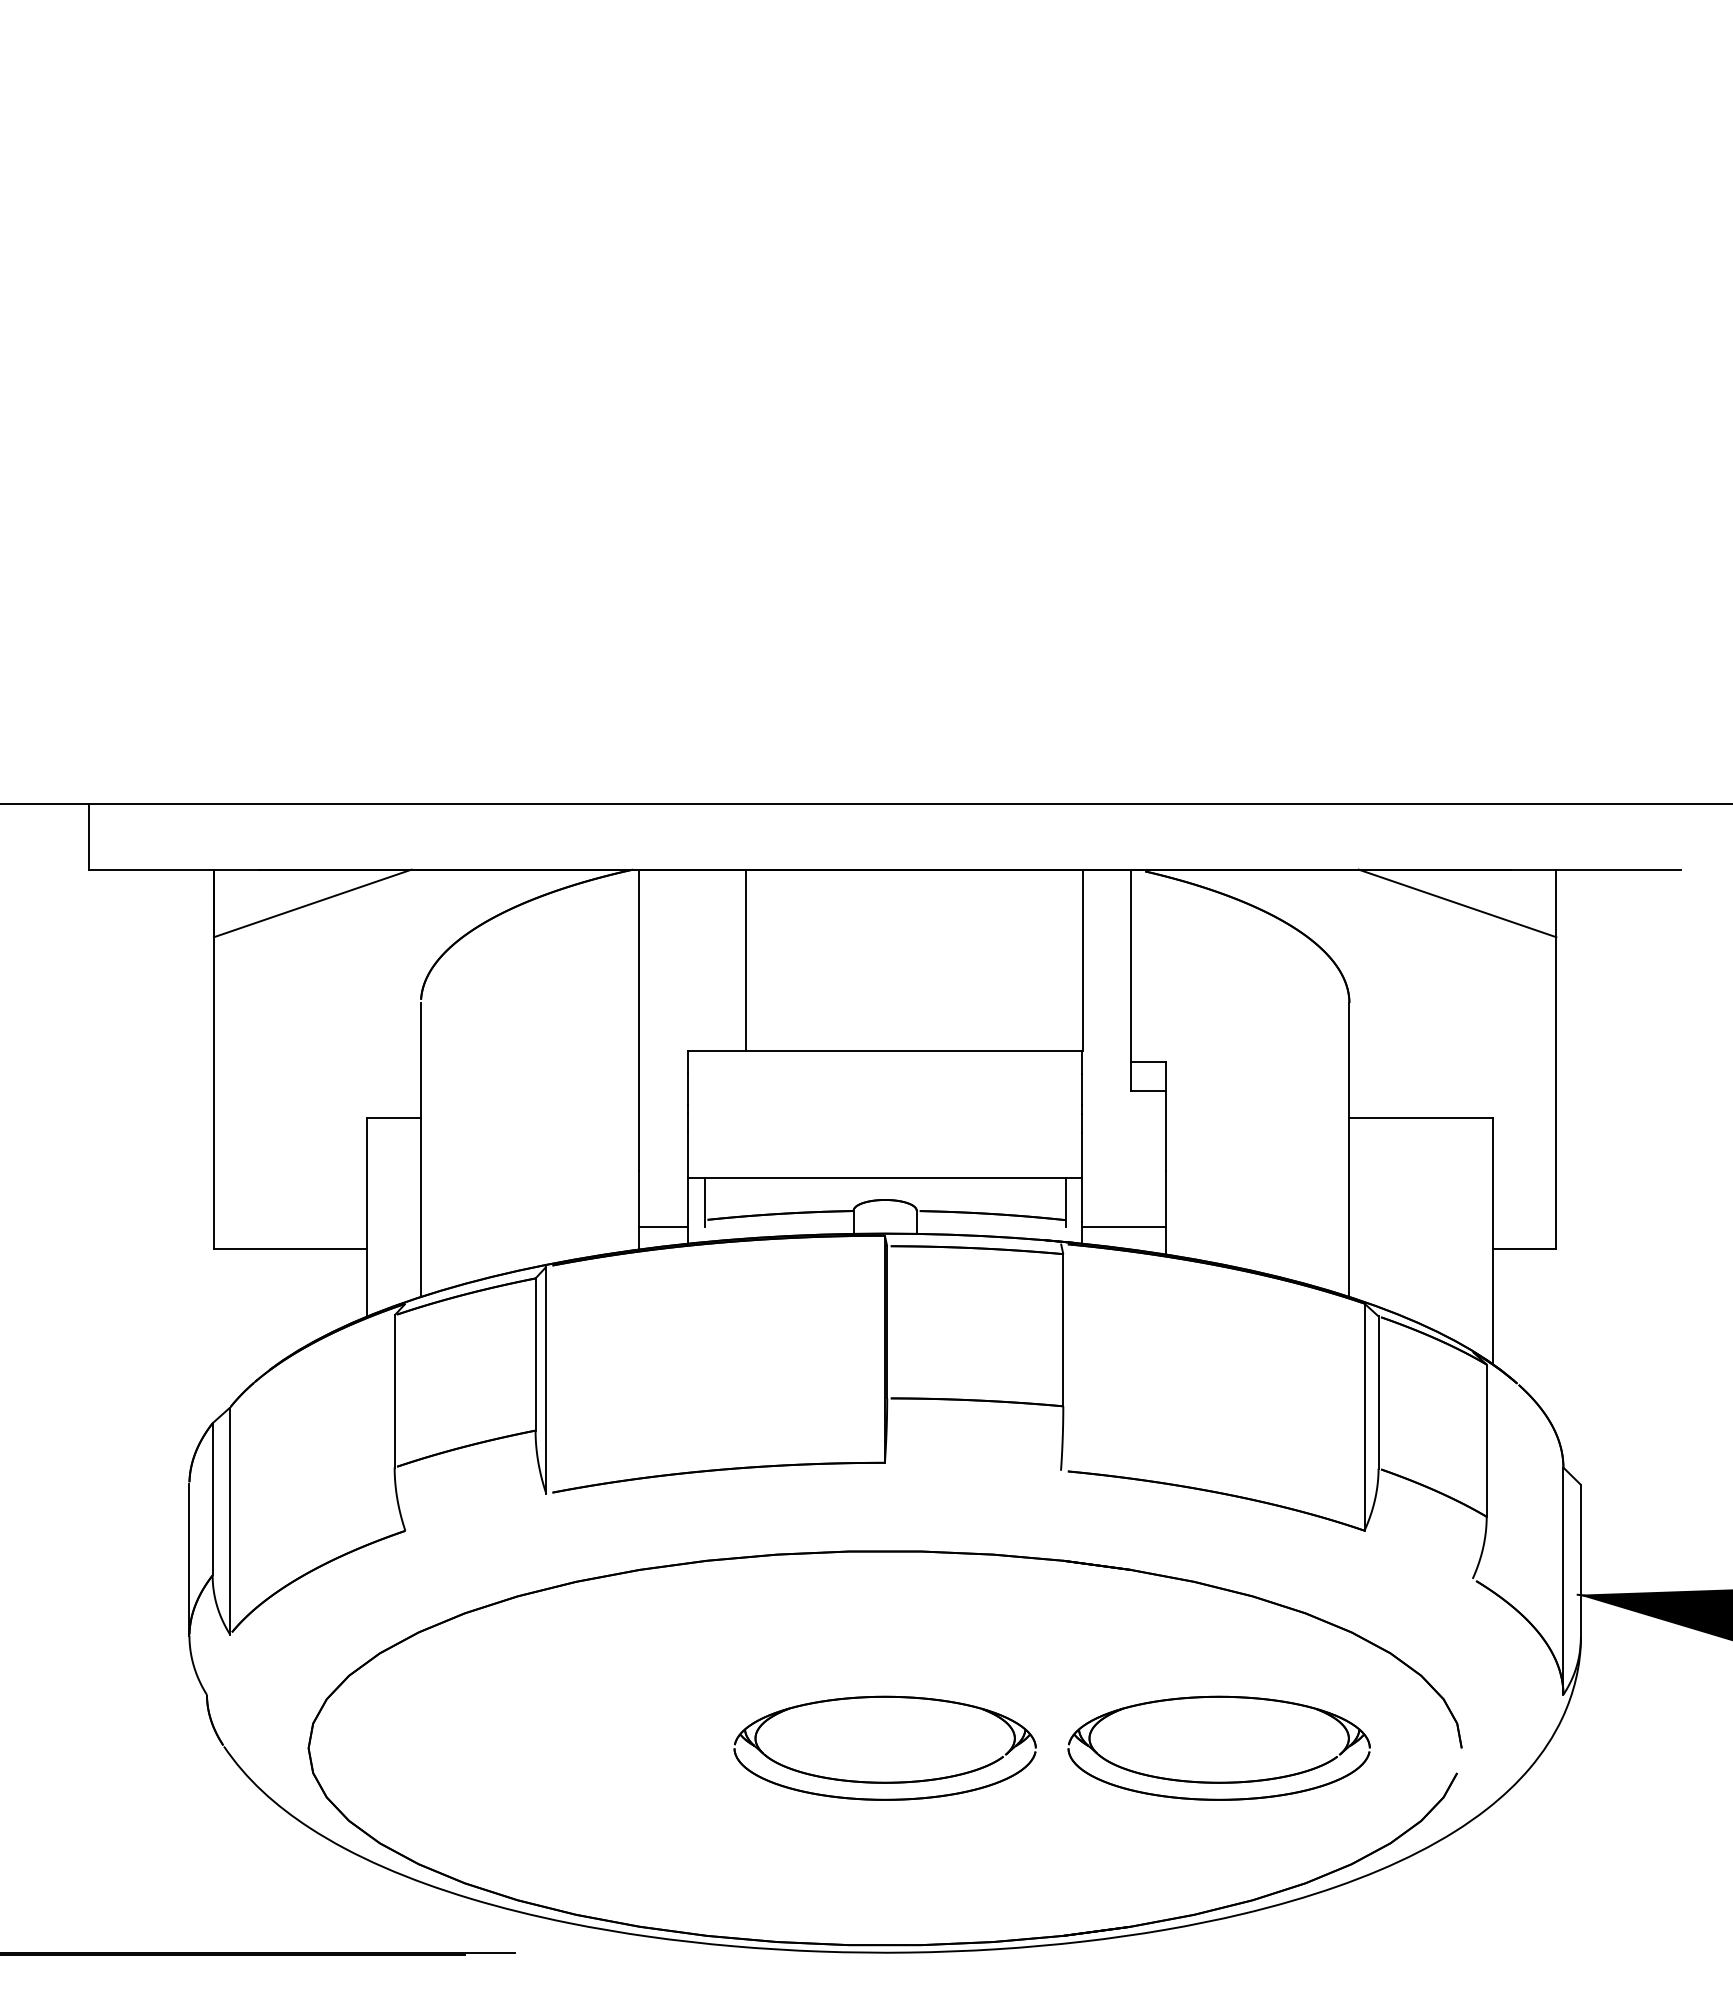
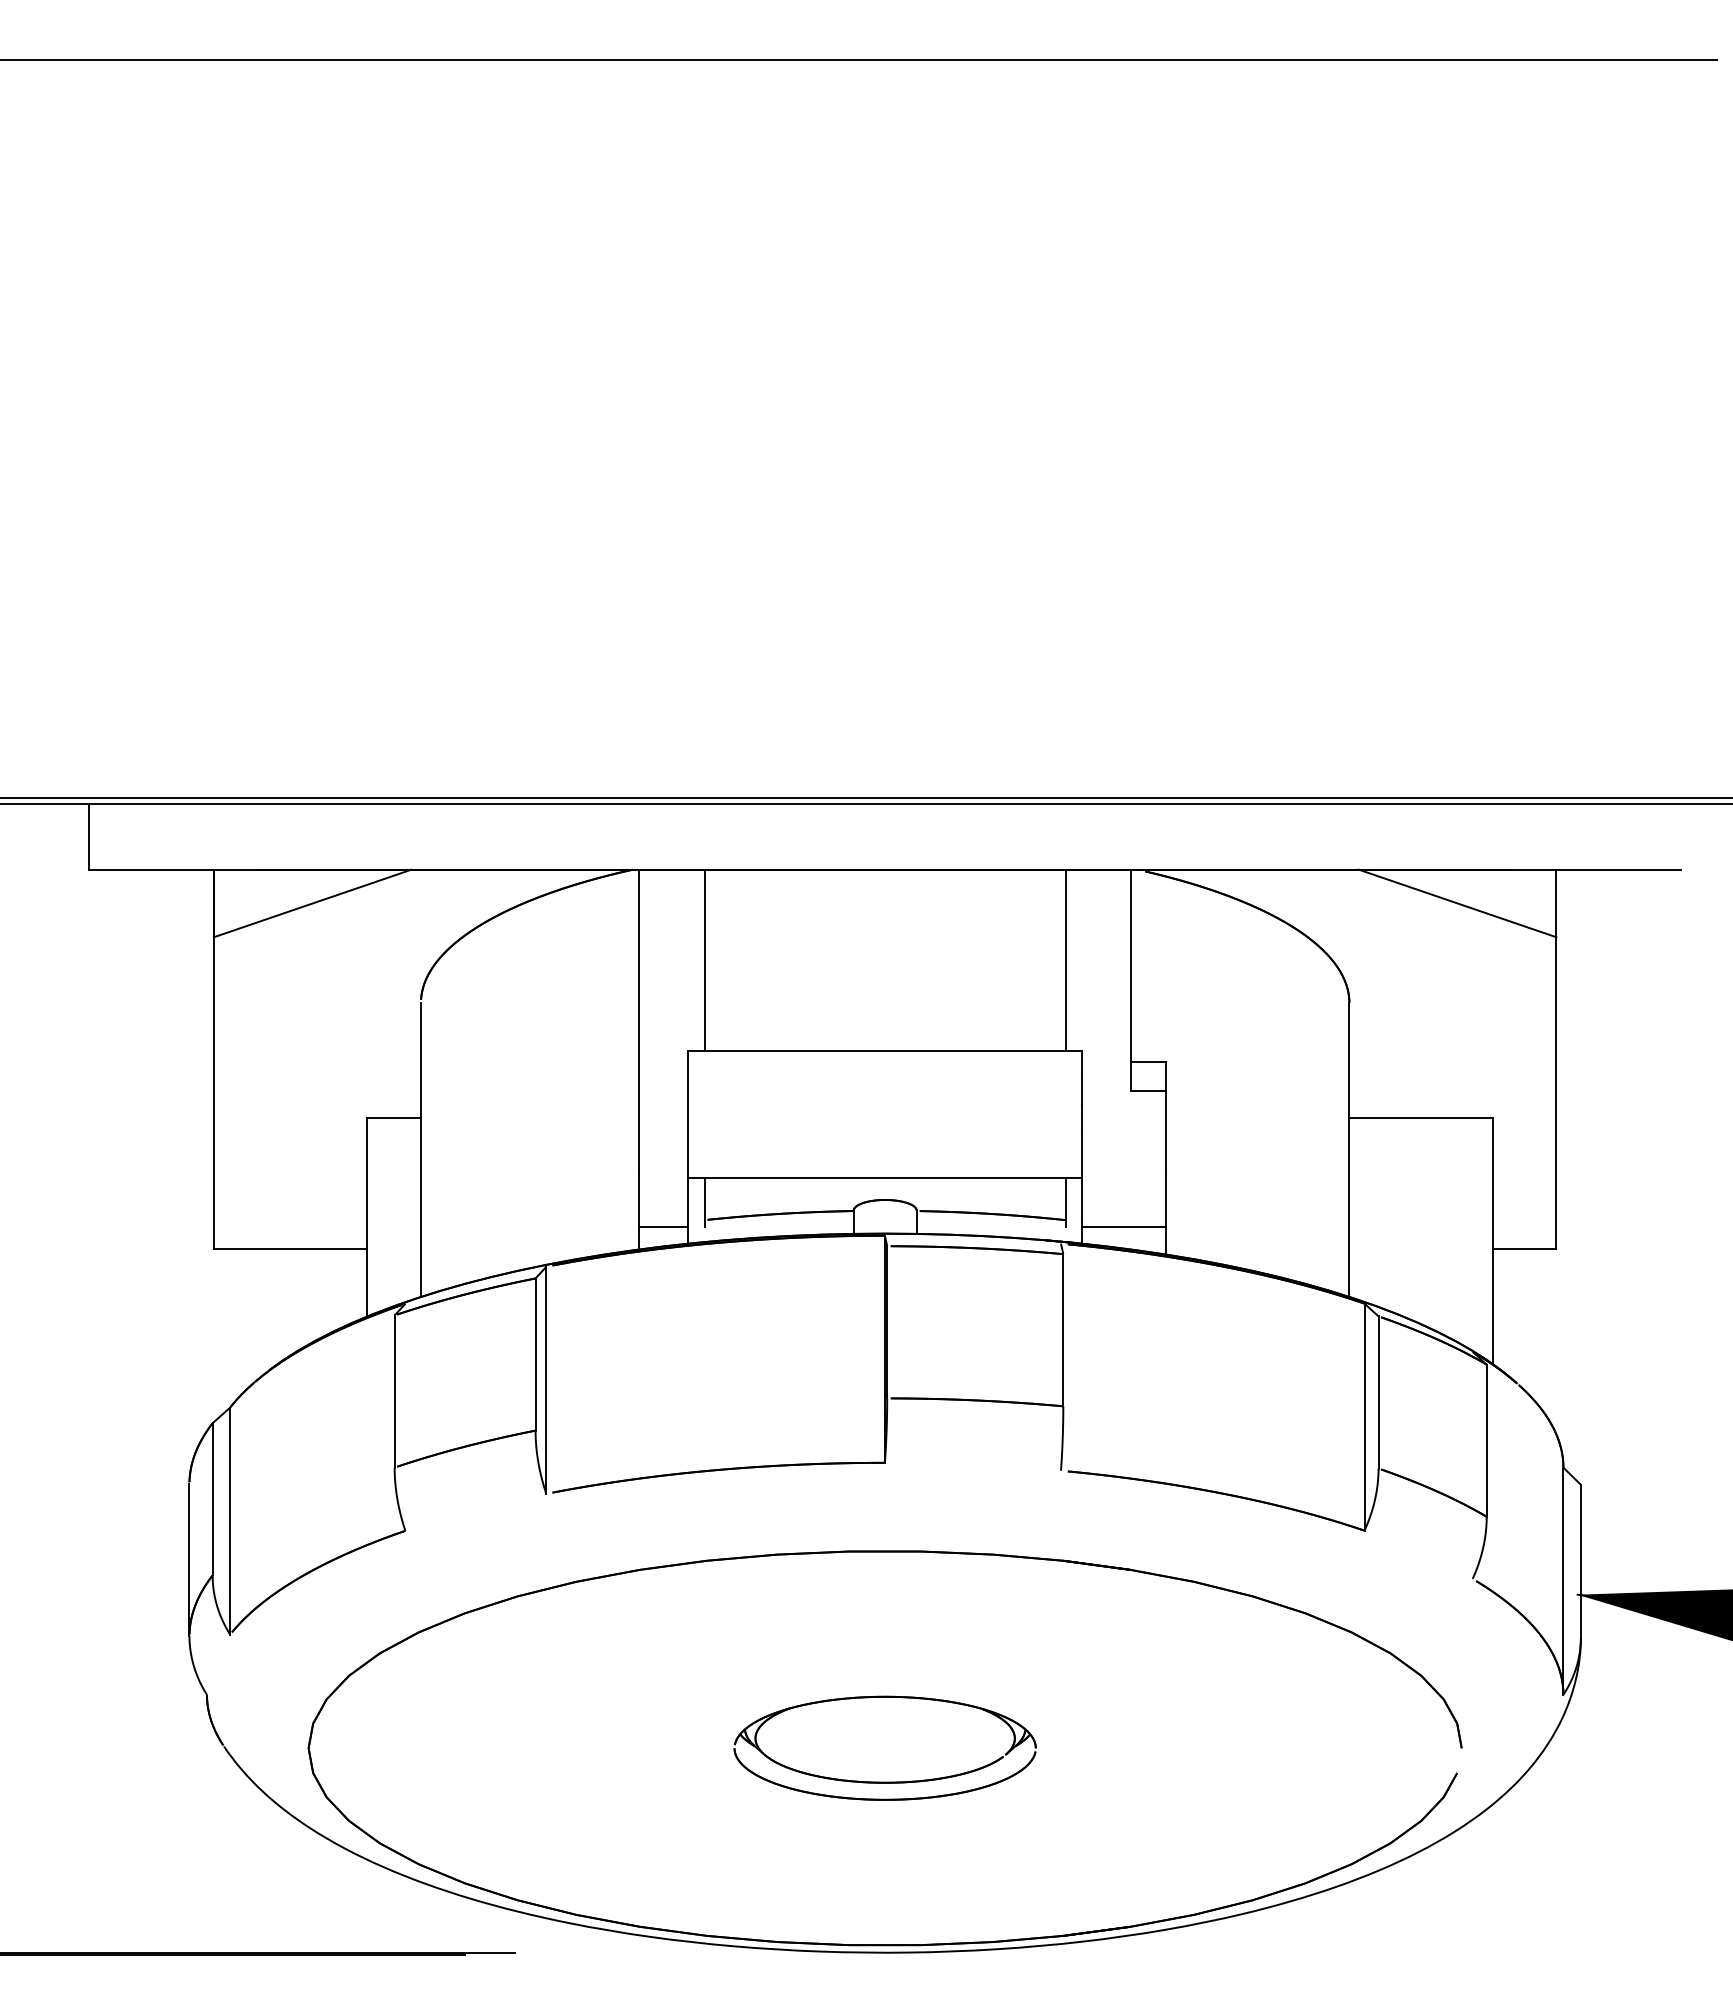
line at (859, 60): none -> present
line at (865, 798): none -> present
line at (745, 960) position: (745, 960) -> (704, 960)
line at (1082, 960) position: (1082, 960) -> (1065, 960)
part at (1218, 1781): present -> none
